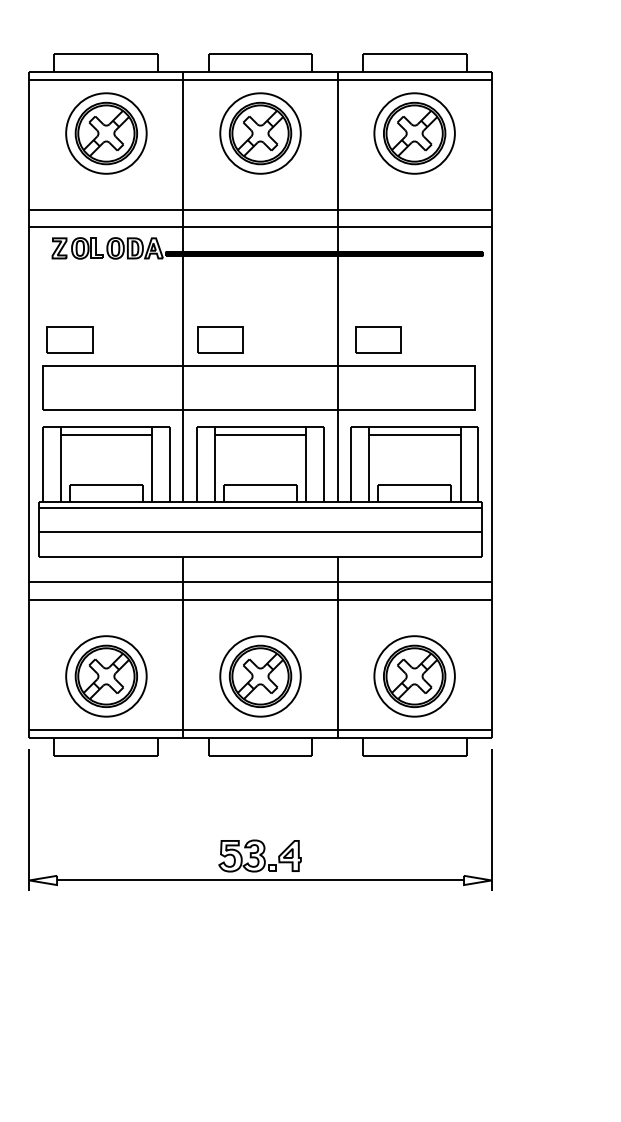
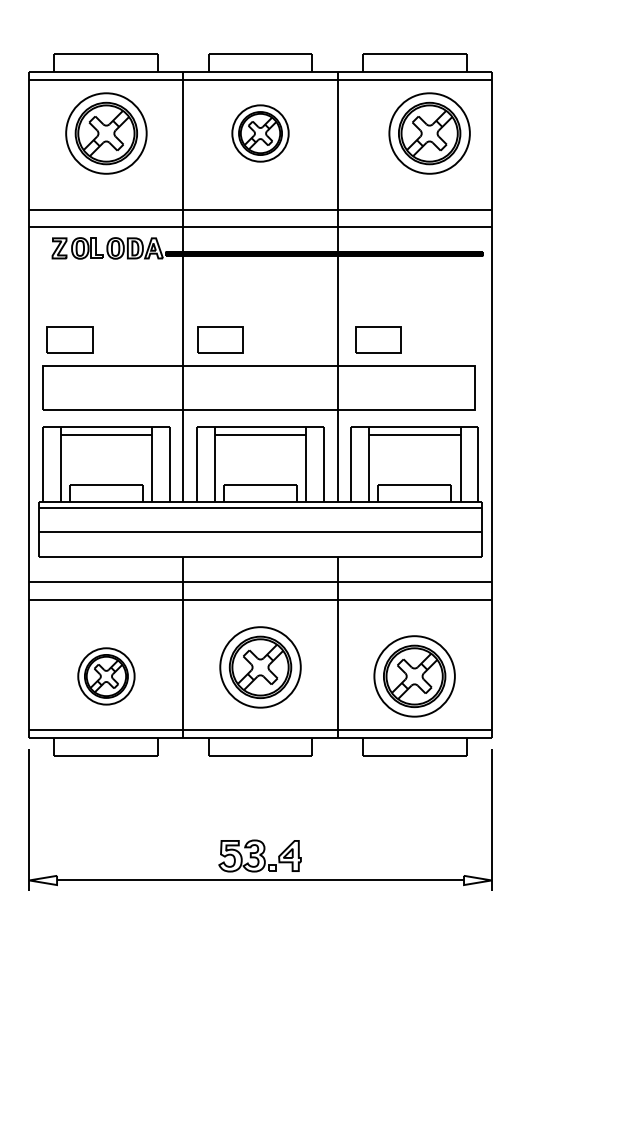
part at (260, 133) size: 83x83 px -> 59x59 px
part at (414, 133) position: (414, 133) -> (429, 133)
part at (106, 676) size: 83x83 px -> 59x59 px
part at (260, 676) position: (260, 676) -> (260, 667)
